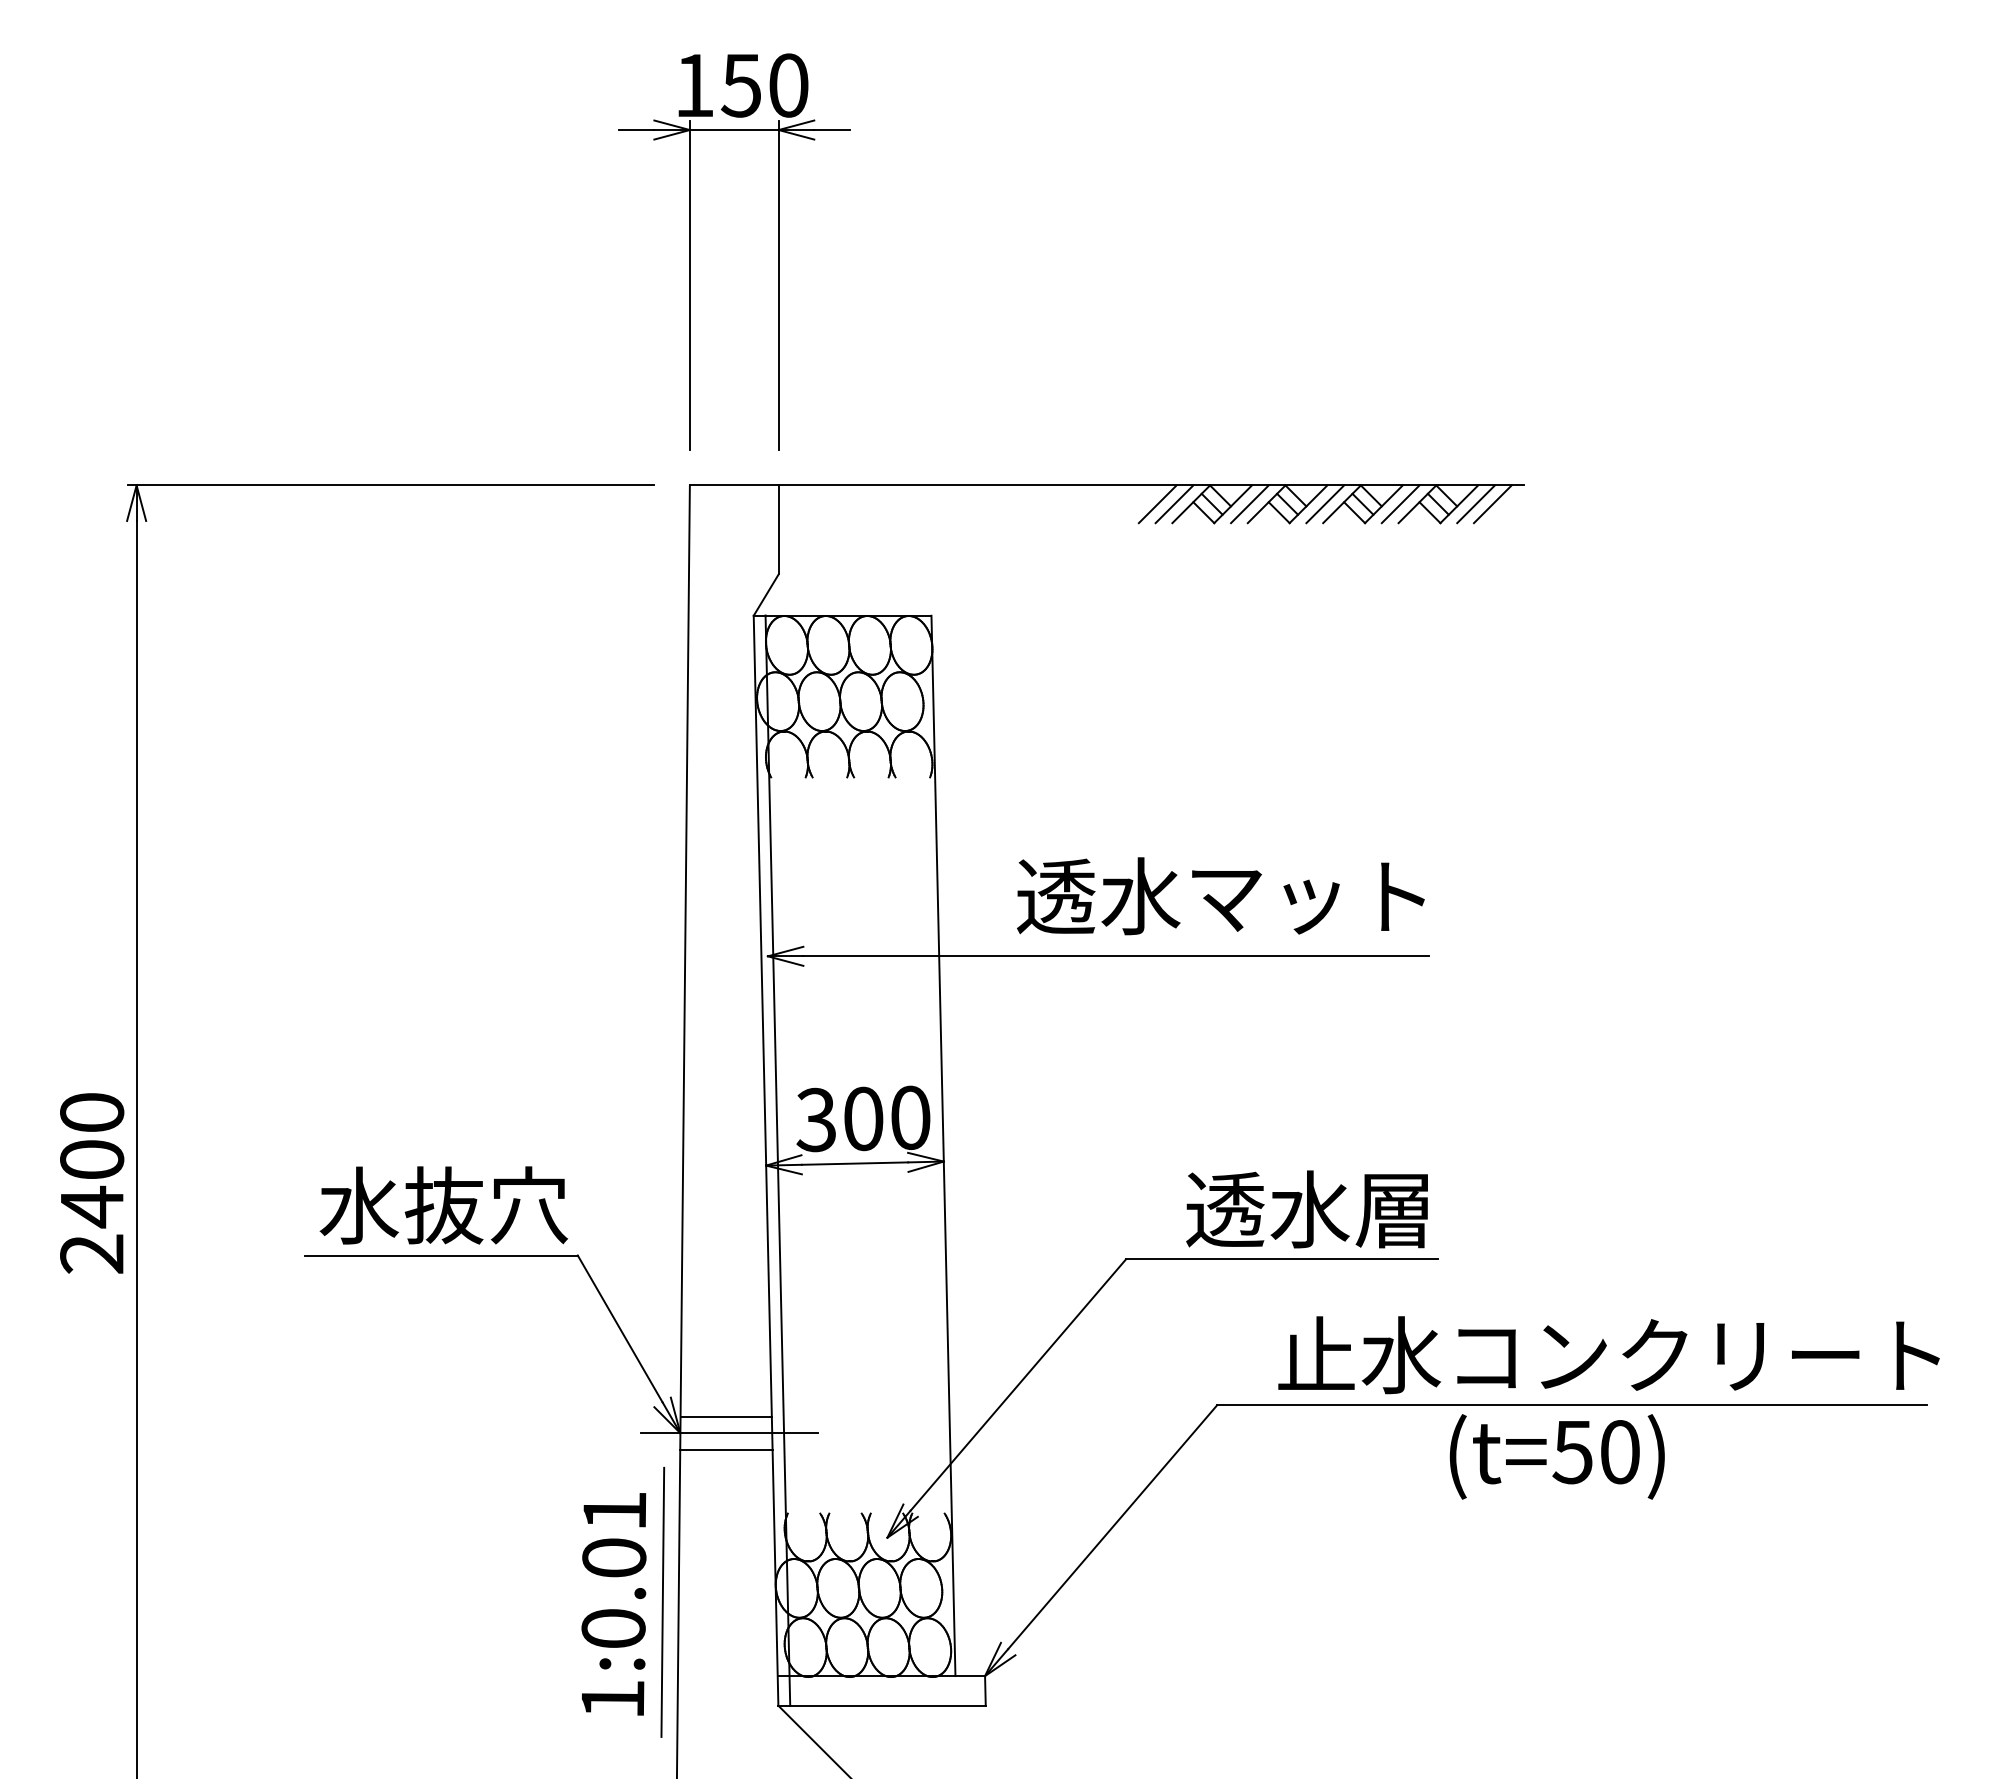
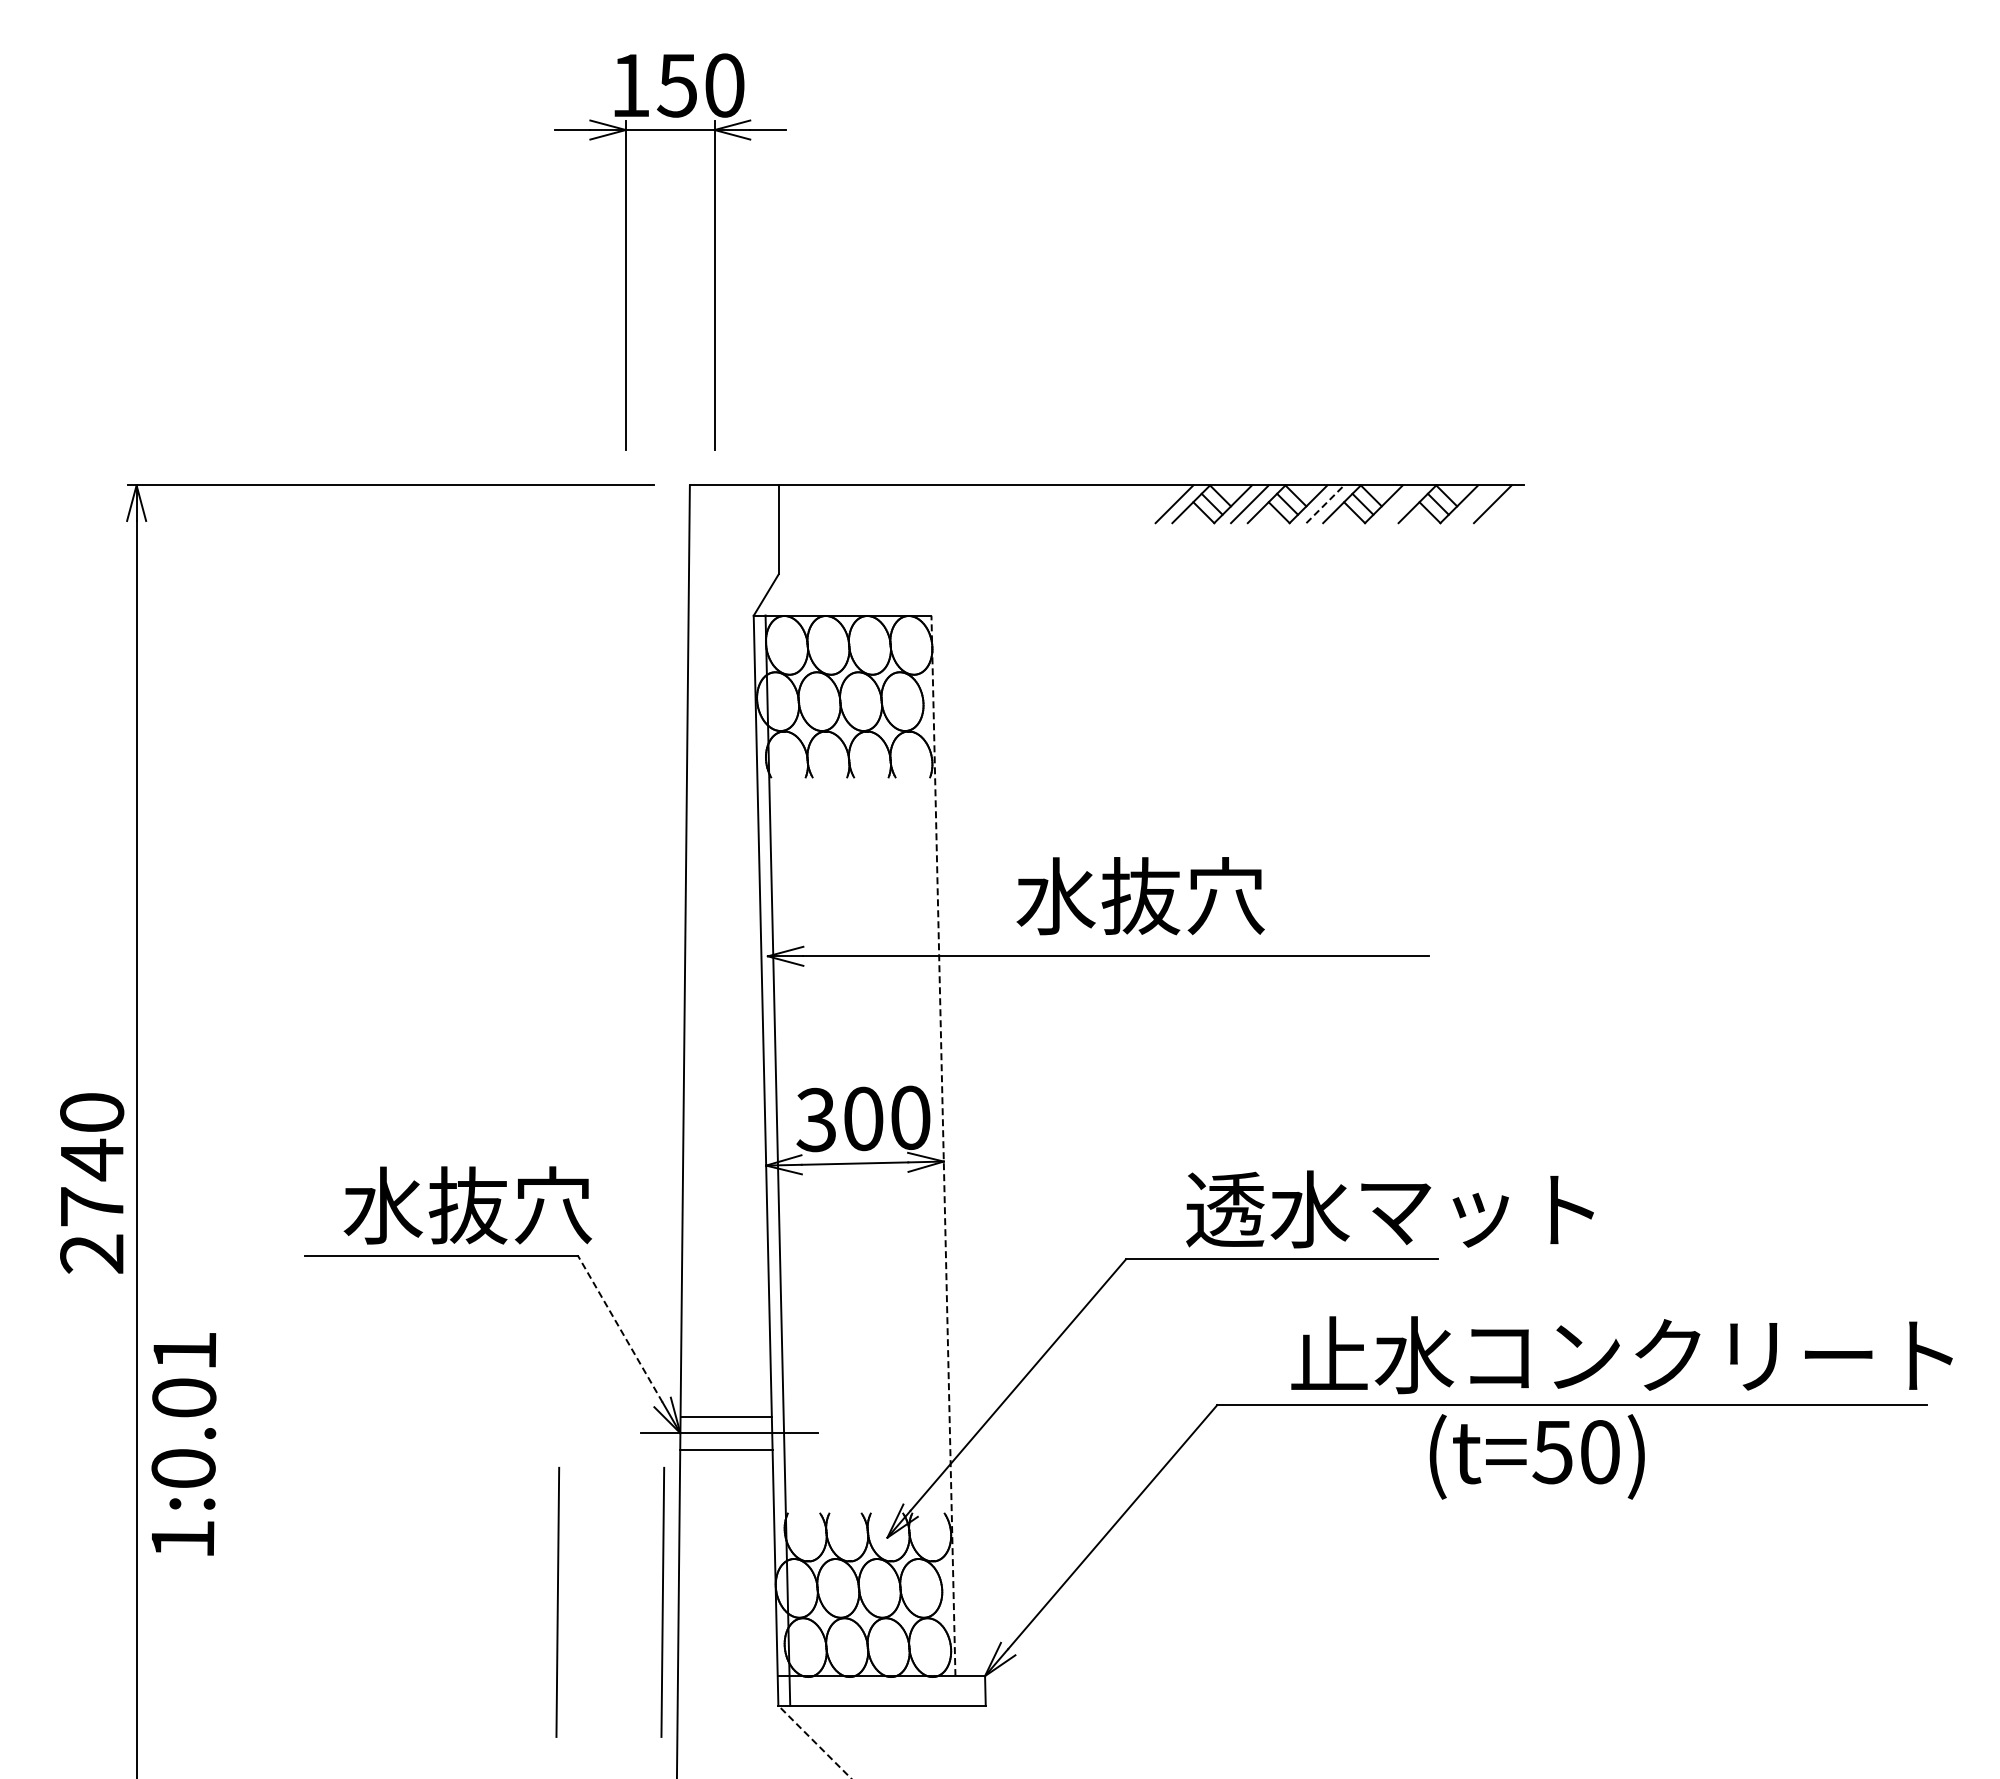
part at (690, 251) position: (690, 251) -> (626, 251)
line at (1157, 504): present -> none
line at (1325, 504): solid -> dashed
line at (1400, 504): present -> none
line at (1475, 504): present -> none
text at (1220, 896): 透水マット -> 水抜穴
line at (943, 1145): solid -> dashed
text at (92, 1183): 2400 -> 2740
text at (443, 1205) position: (443, 1205) -> (467, 1205)
text at (1474, 1211): 透水層 -> 透水マット
line at (620, 1328): solid -> dashed
text at (1608, 1355) position: (1608, 1355) -> (1621, 1355)
text at (1556, 1456) position: (1556, 1456) -> (1536, 1456)
line at (557, 1602): none -> present
text at (613, 1604) position: (613, 1604) -> (183, 1444)
line at (815, 1742): solid -> dashed
